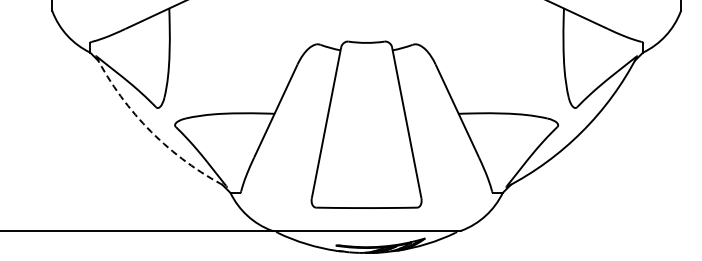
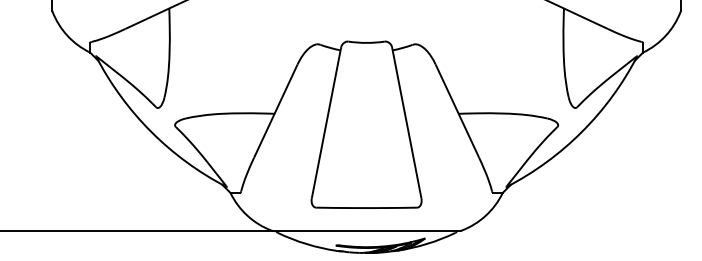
arc at (151, 131): dashed -> solid
